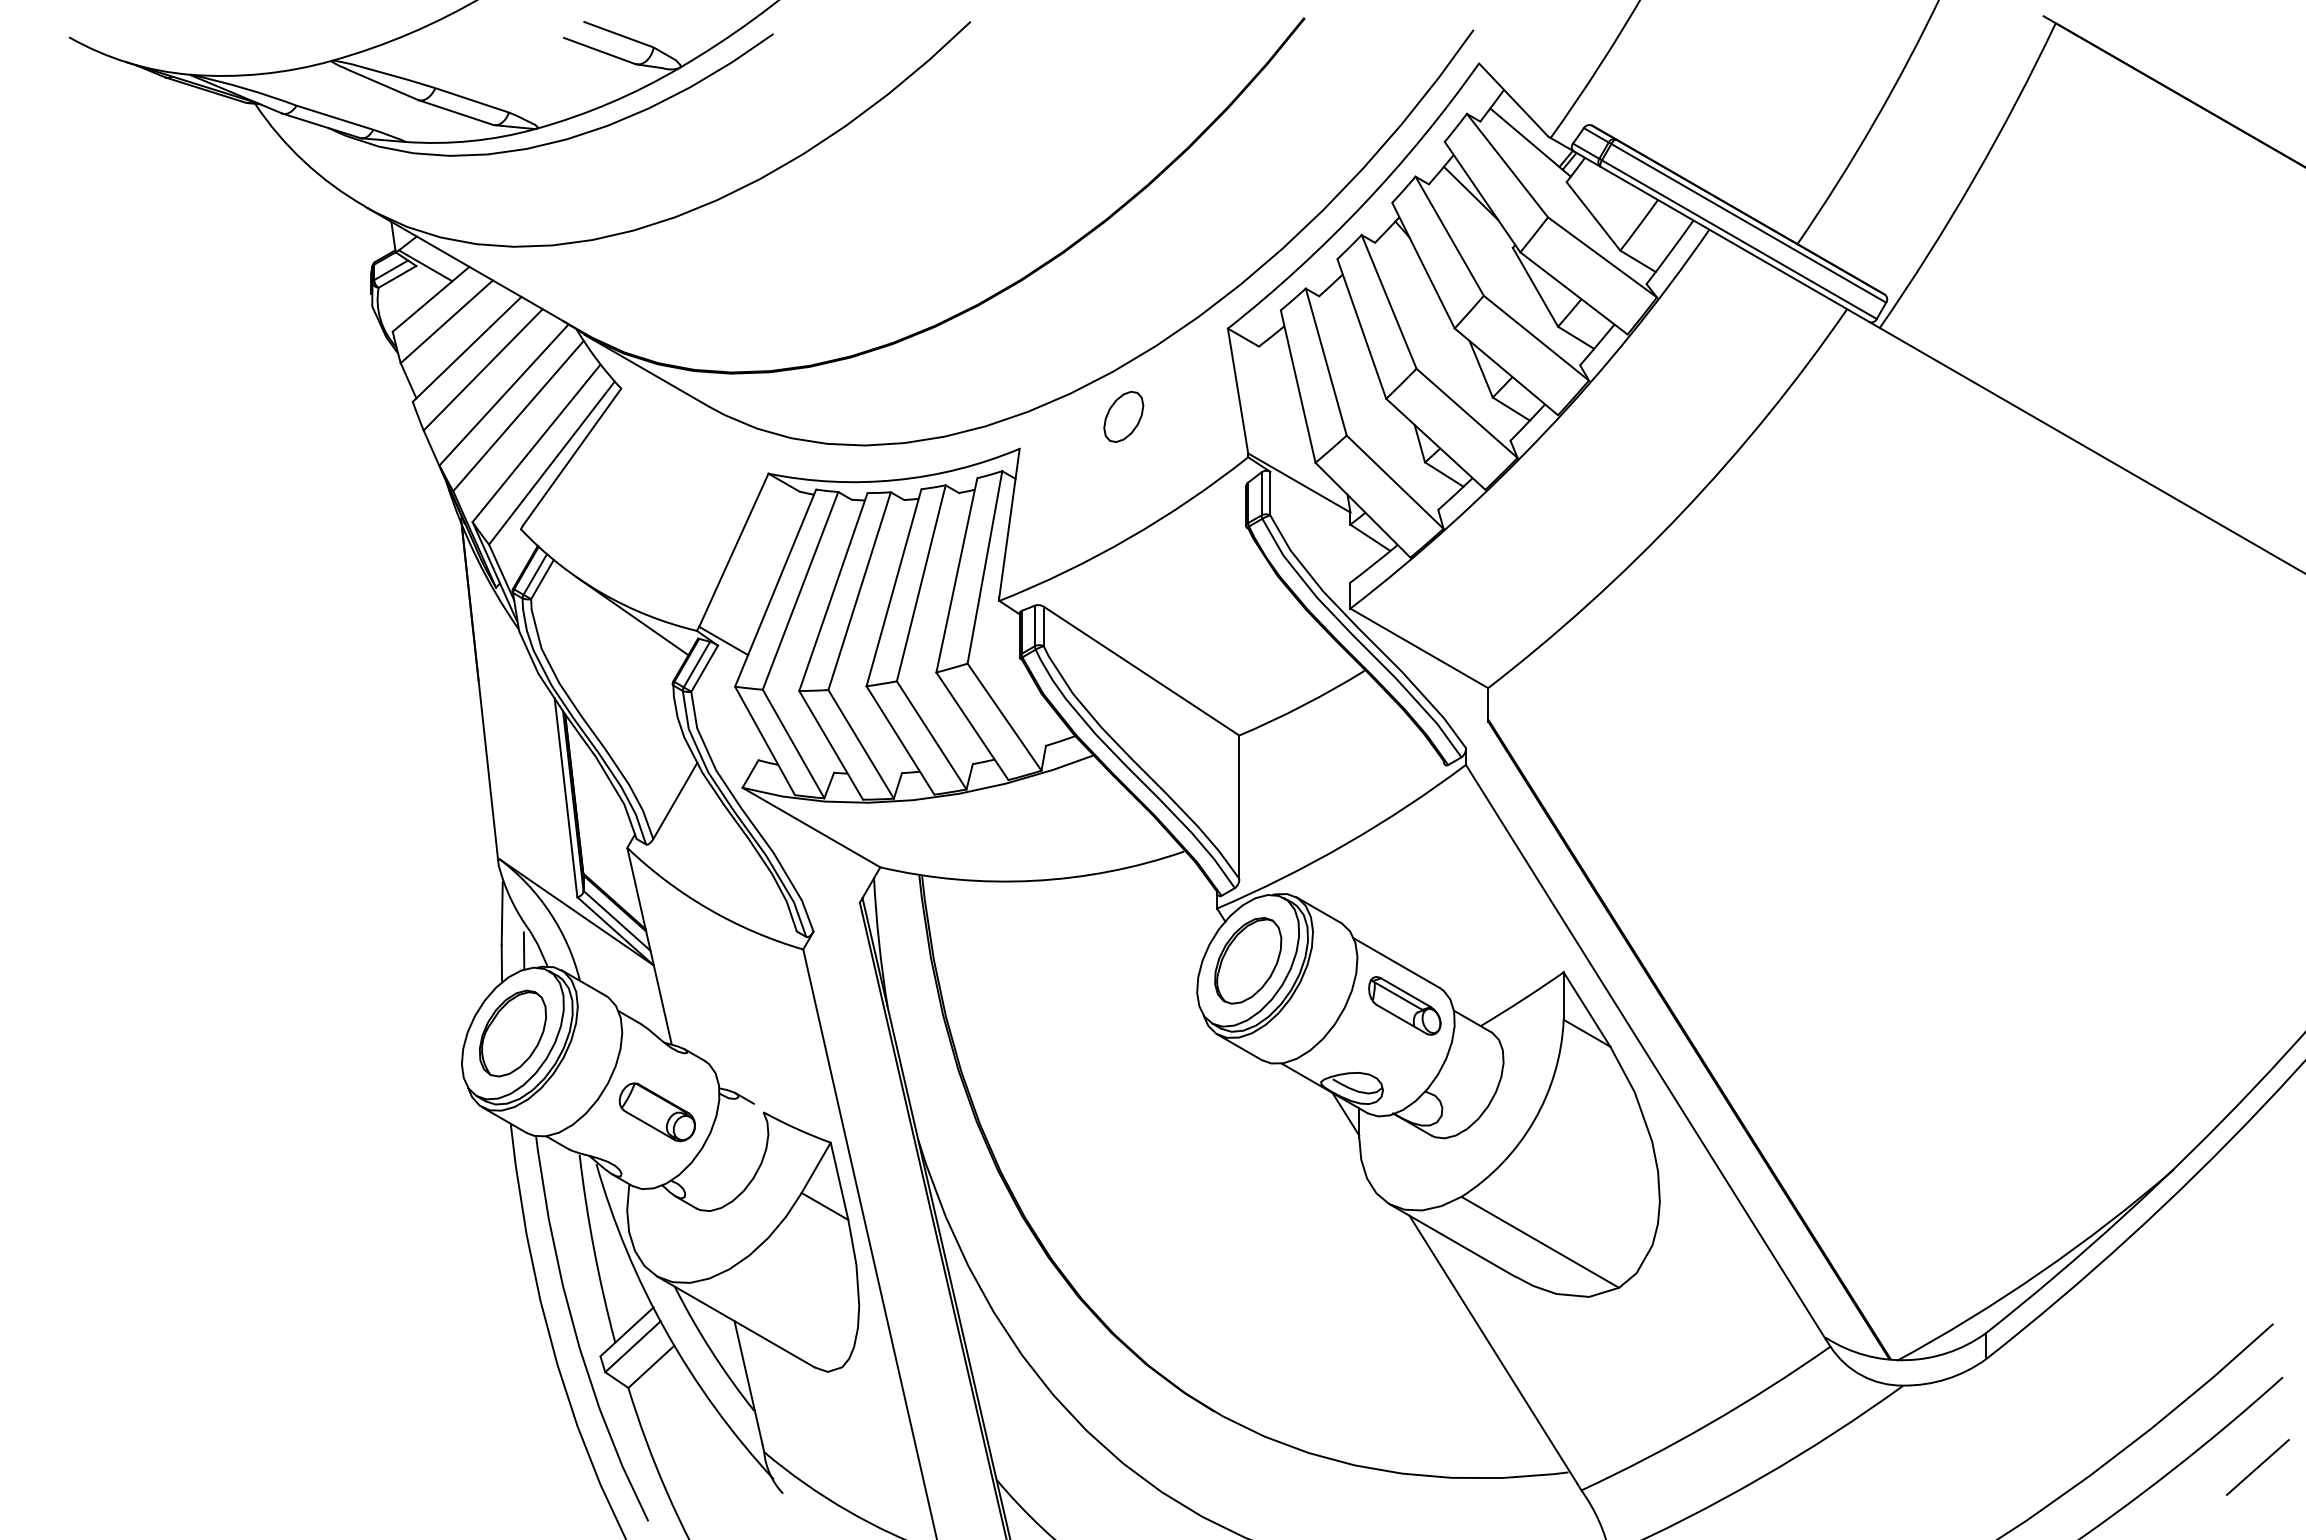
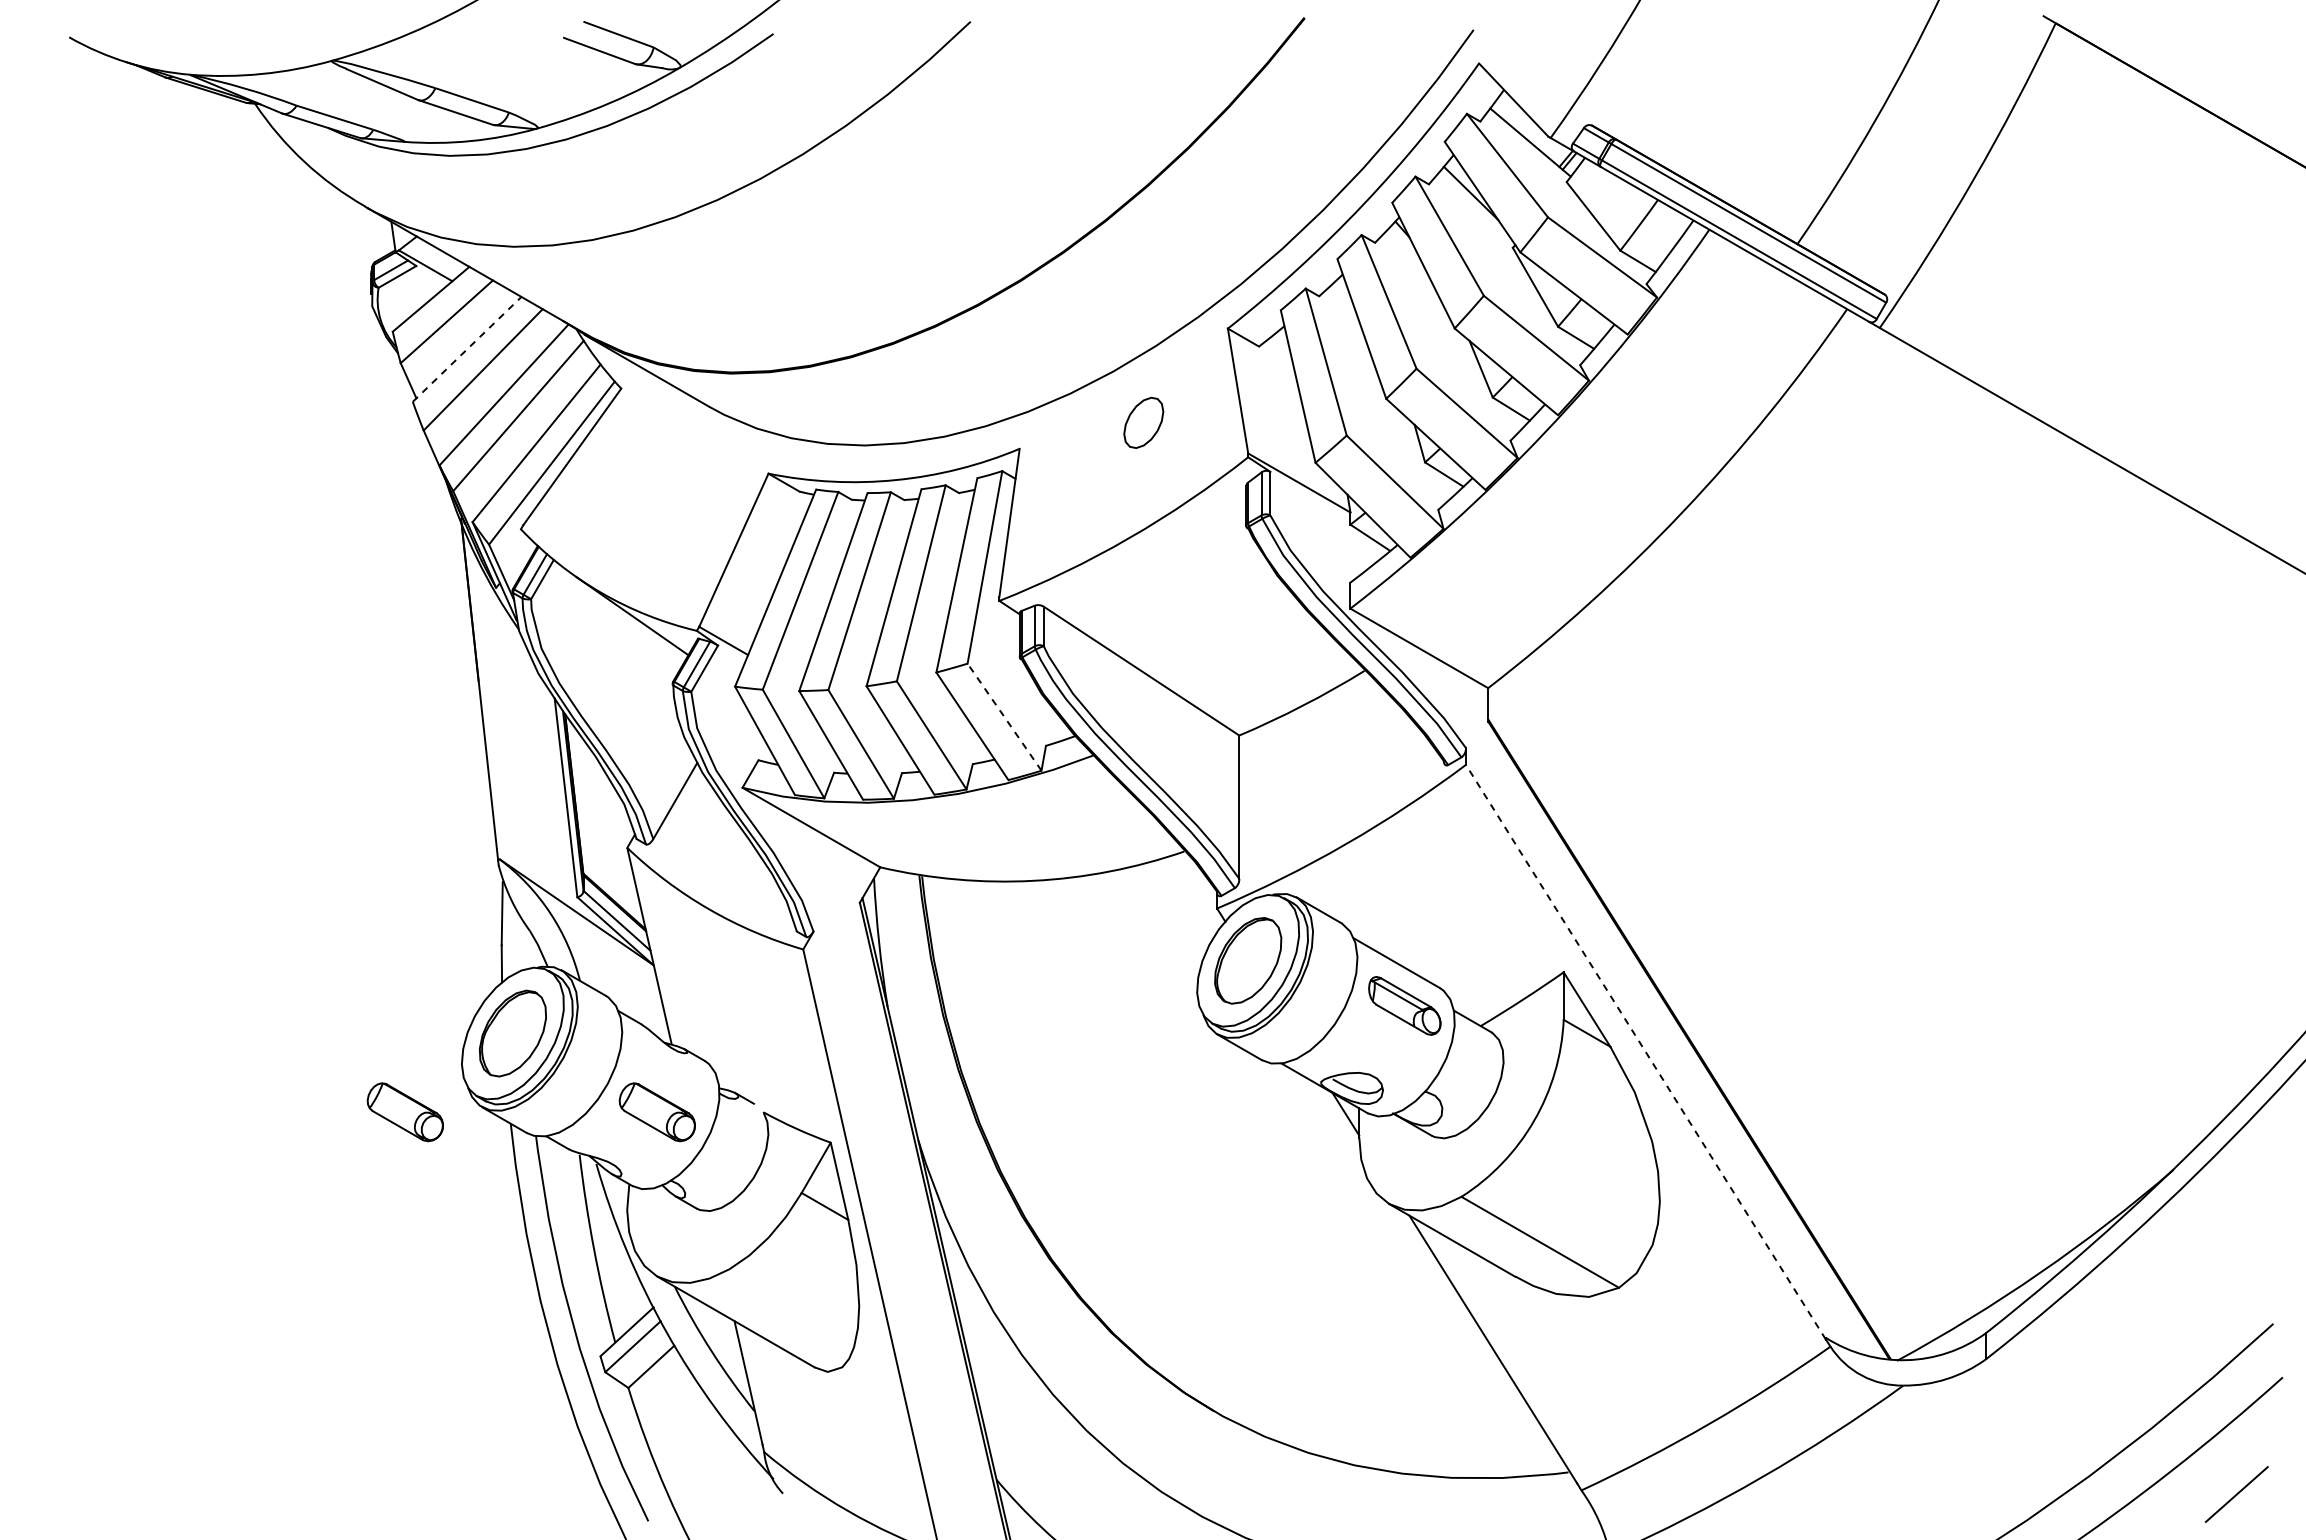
line at (467, 349): solid -> dashed
part at (1123, 416) position: (1123, 416) -> (1143, 422)
line at (1004, 716): solid -> dashed
line at (523, 950): present -> none
line at (1645, 1051): solid -> dashed
part at (404, 1112): none -> present
line at (2257, 1467) position: (2257, 1467) -> (2236, 1494)
